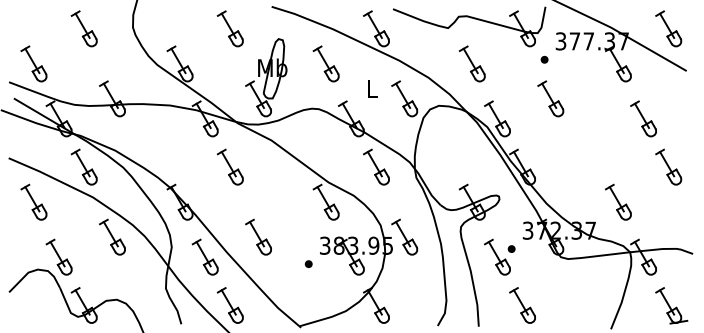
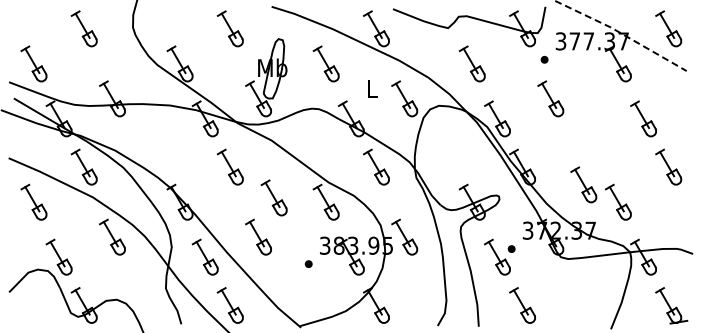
line at (621, 33): solid -> dashed
part at (583, 184): none -> present
part at (273, 197): none -> present
